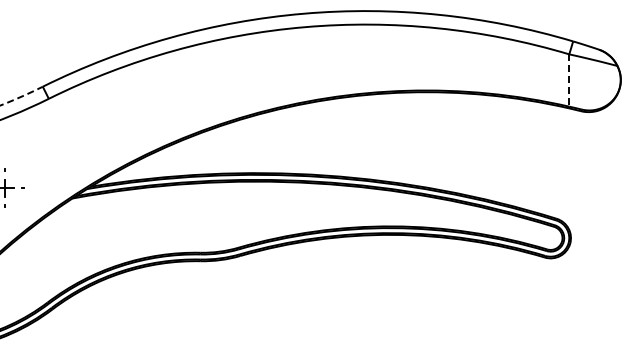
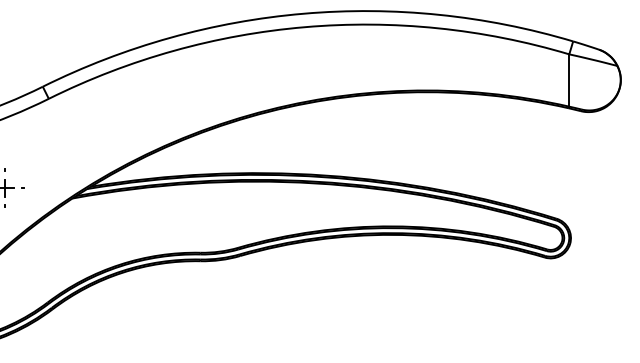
line at (569, 81): dashed -> solid
arc at (22, 96): dashed -> solid
